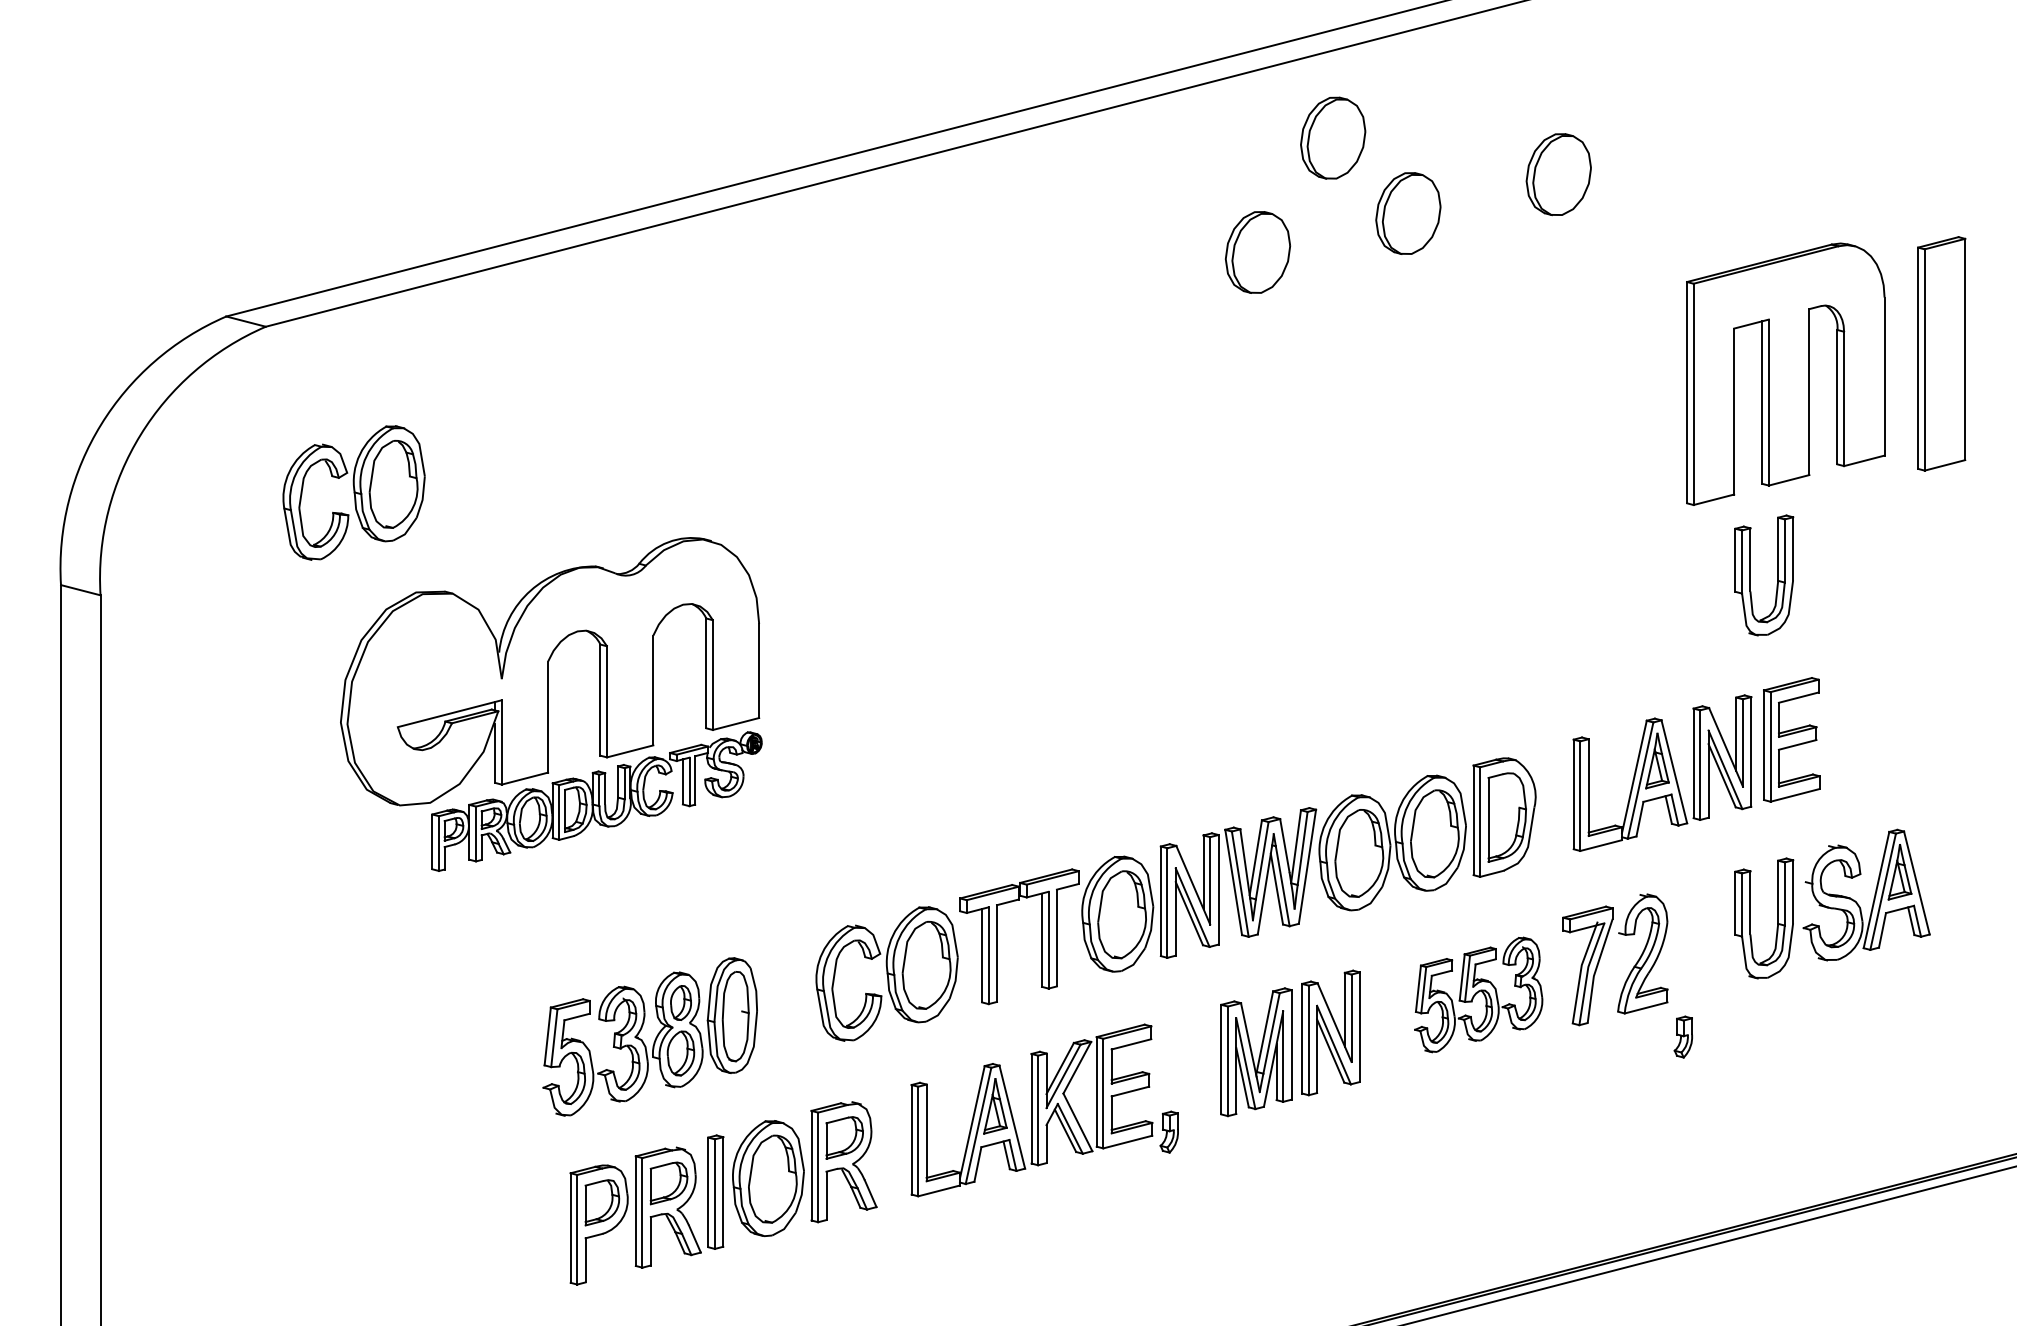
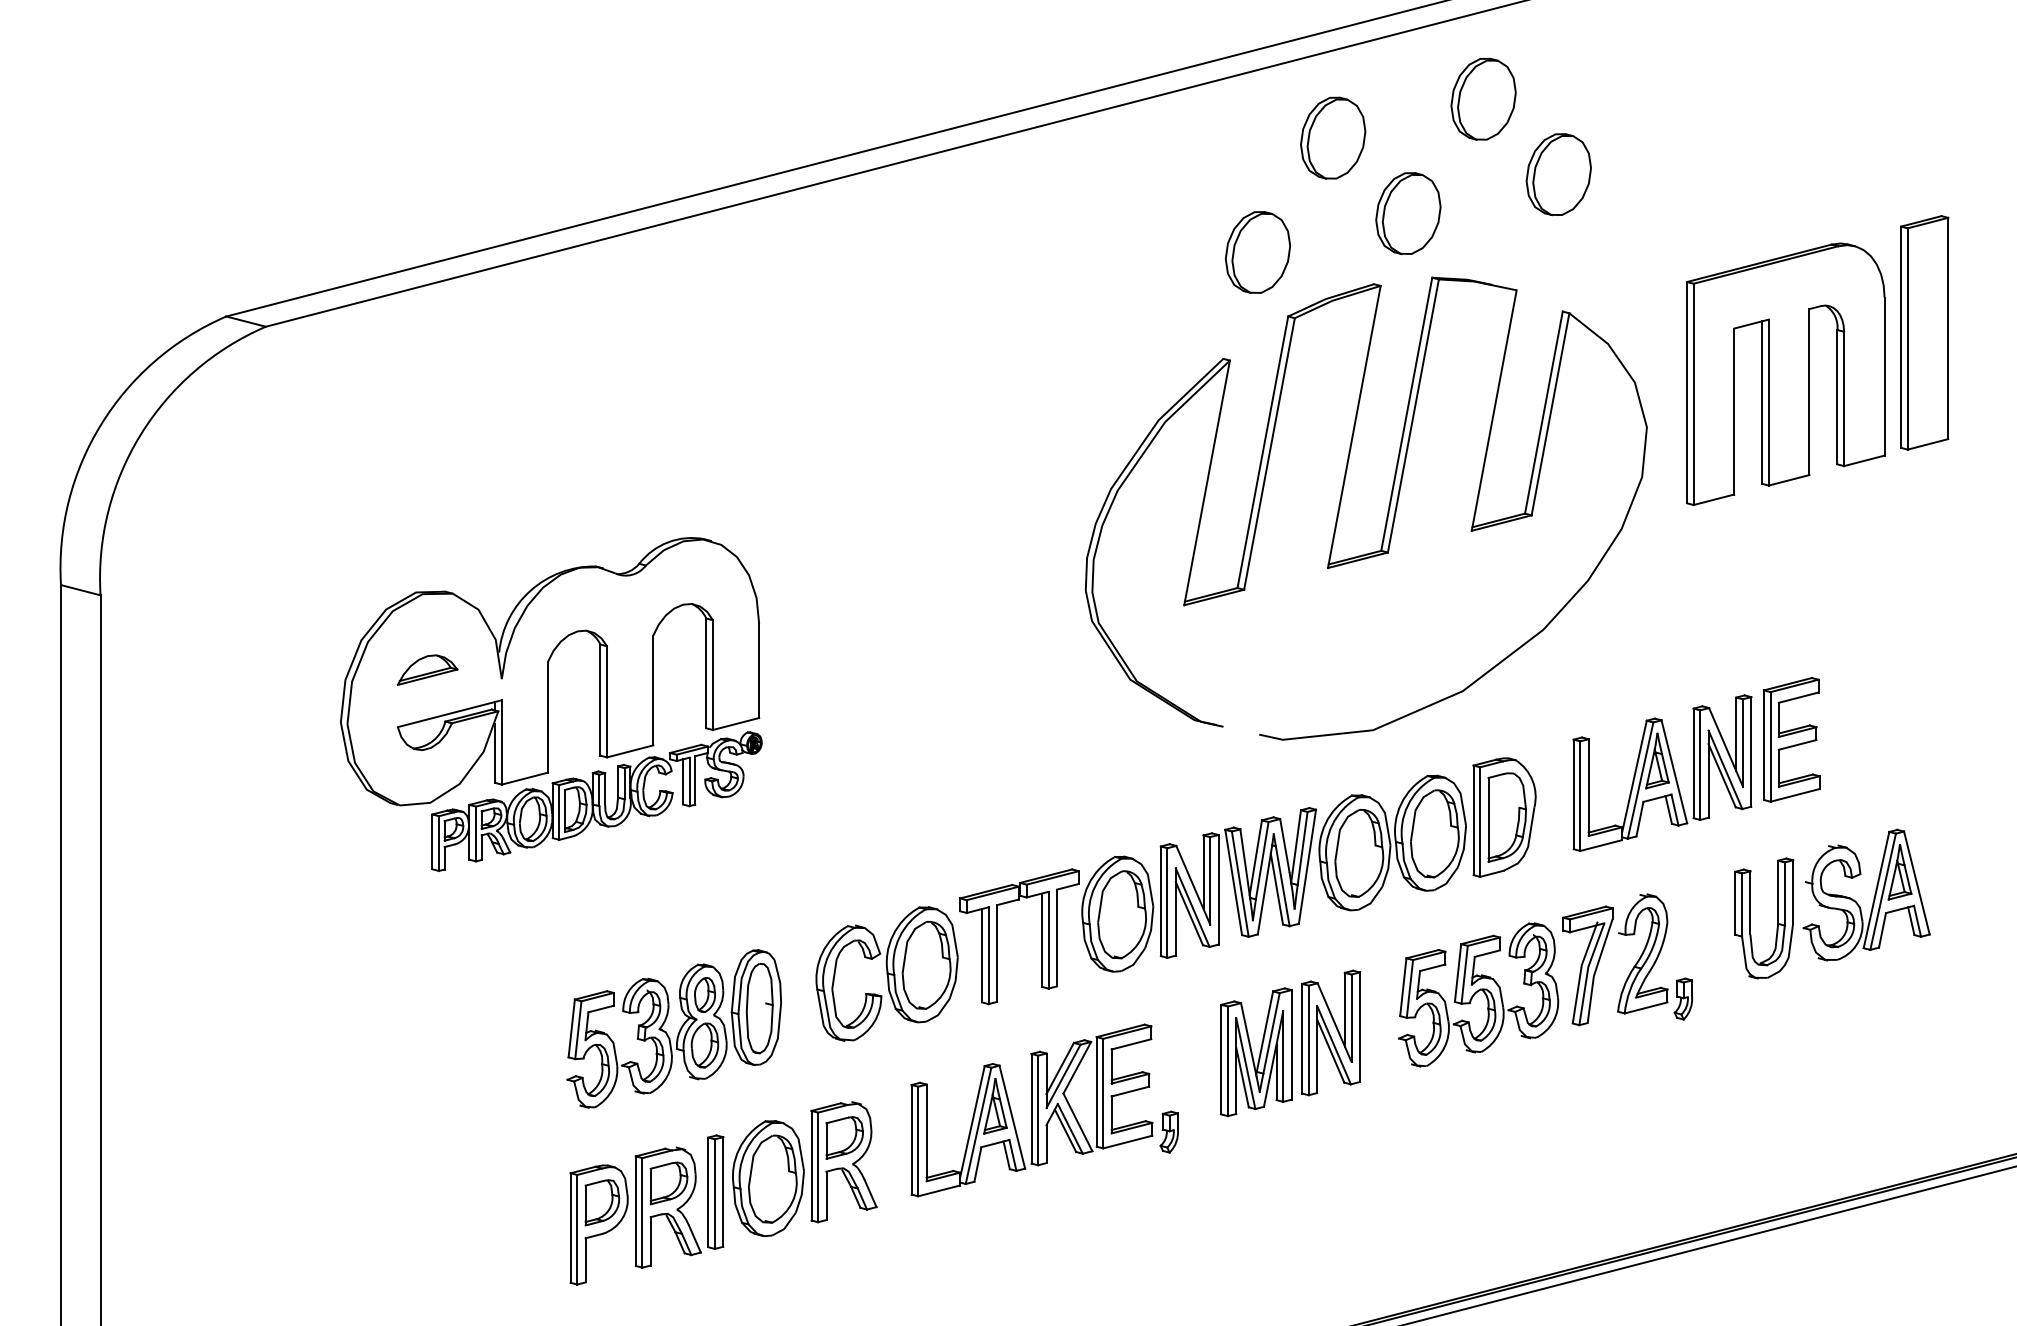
part at (1483, 98): none -> present
part at (1941, 353) position: (1941, 353) -> (1924, 332)
part at (353, 492): present -> none
part at (1387, 510): none -> present
part at (1777, 575): present -> none
part at (427, 669): none -> present
part at (1478, 994) size: 130x118 px -> 162x146 px
part at (649, 1036) position: (649, 1036) -> (673, 1028)
part at (1682, 1036) position: (1682, 1036) -> (1682, 998)
